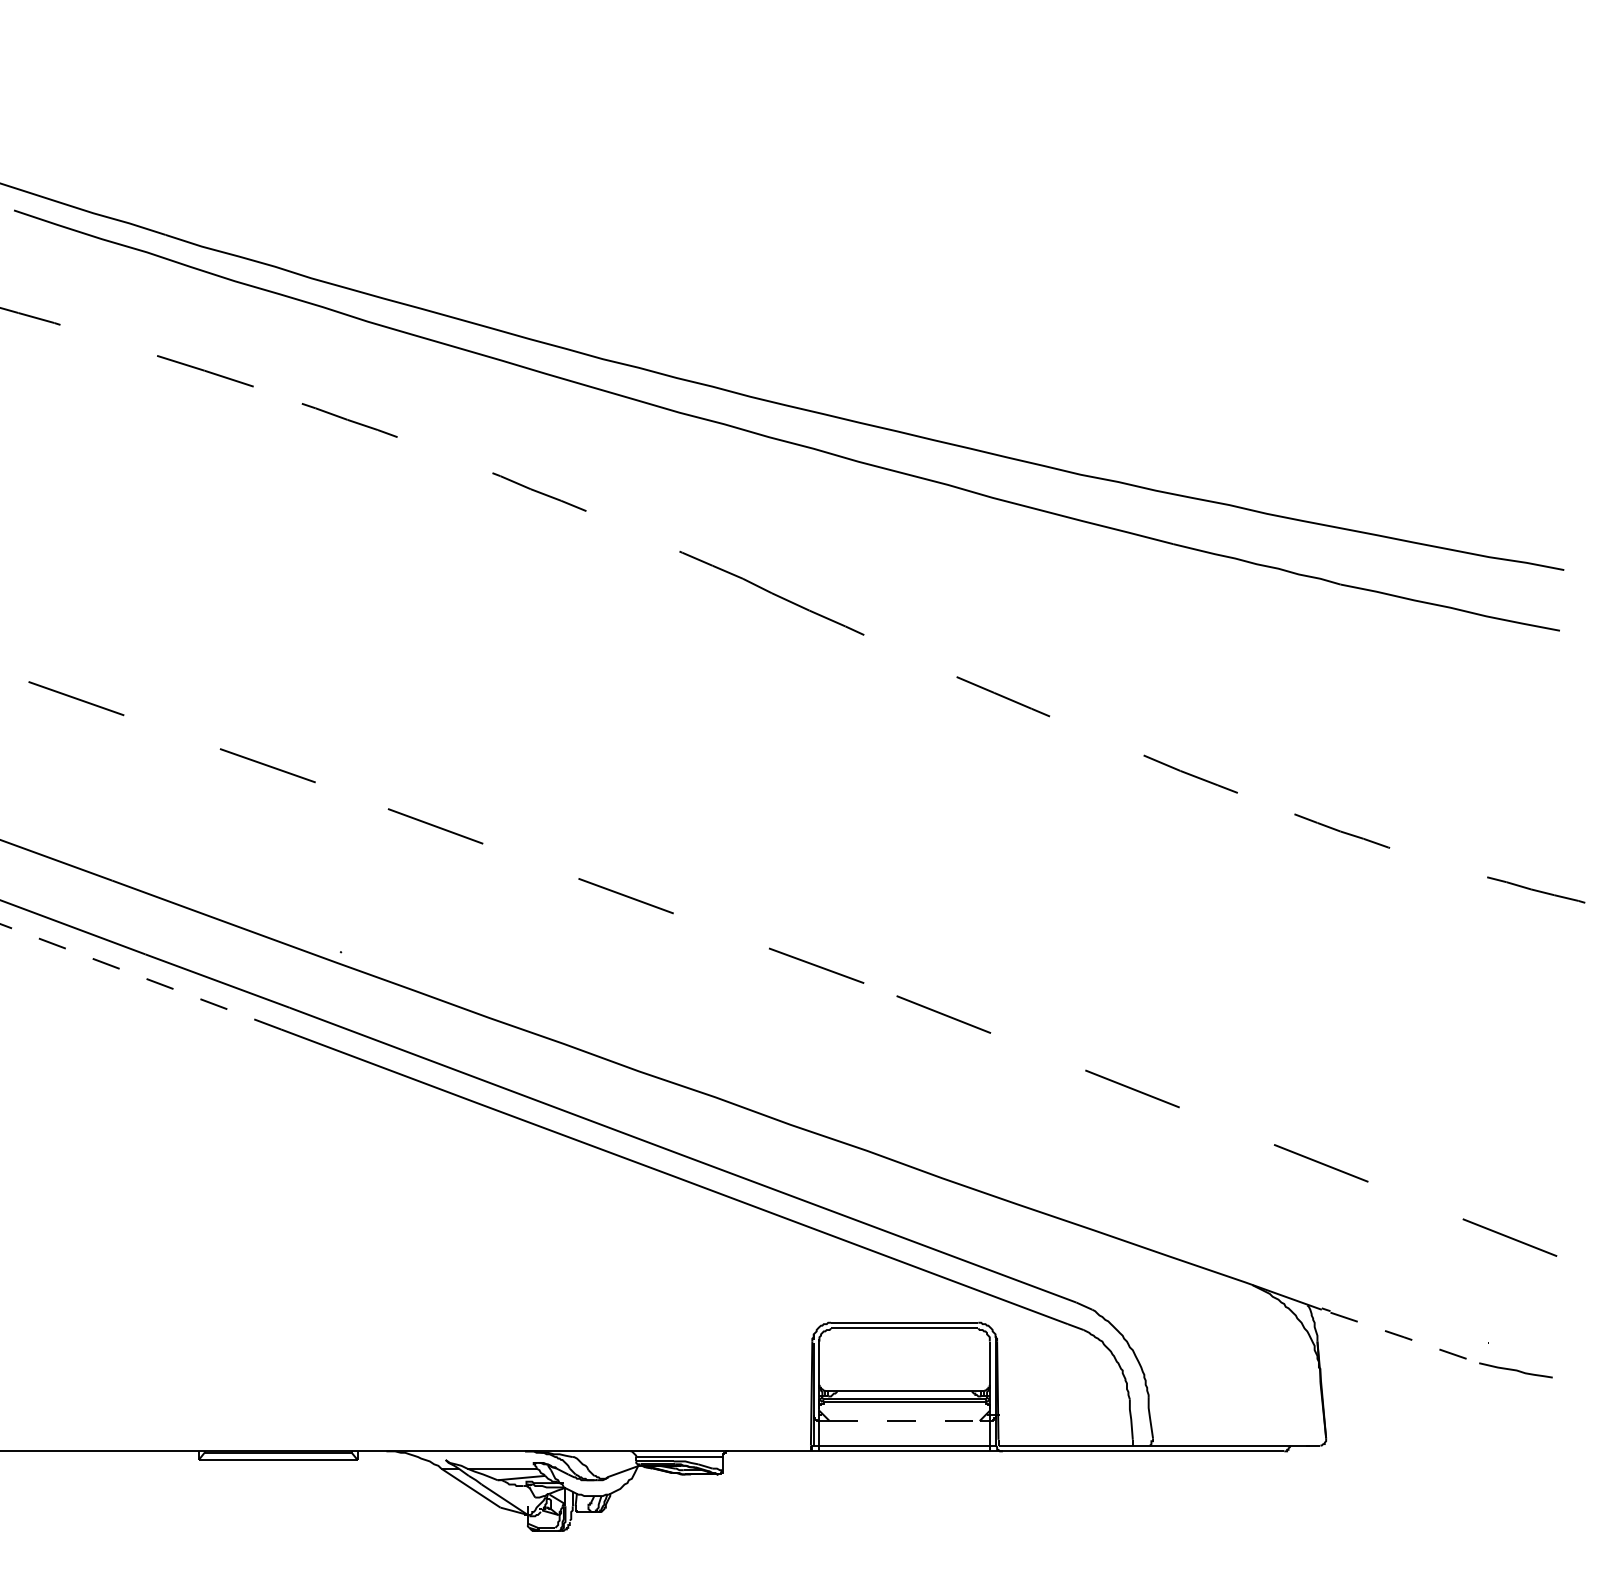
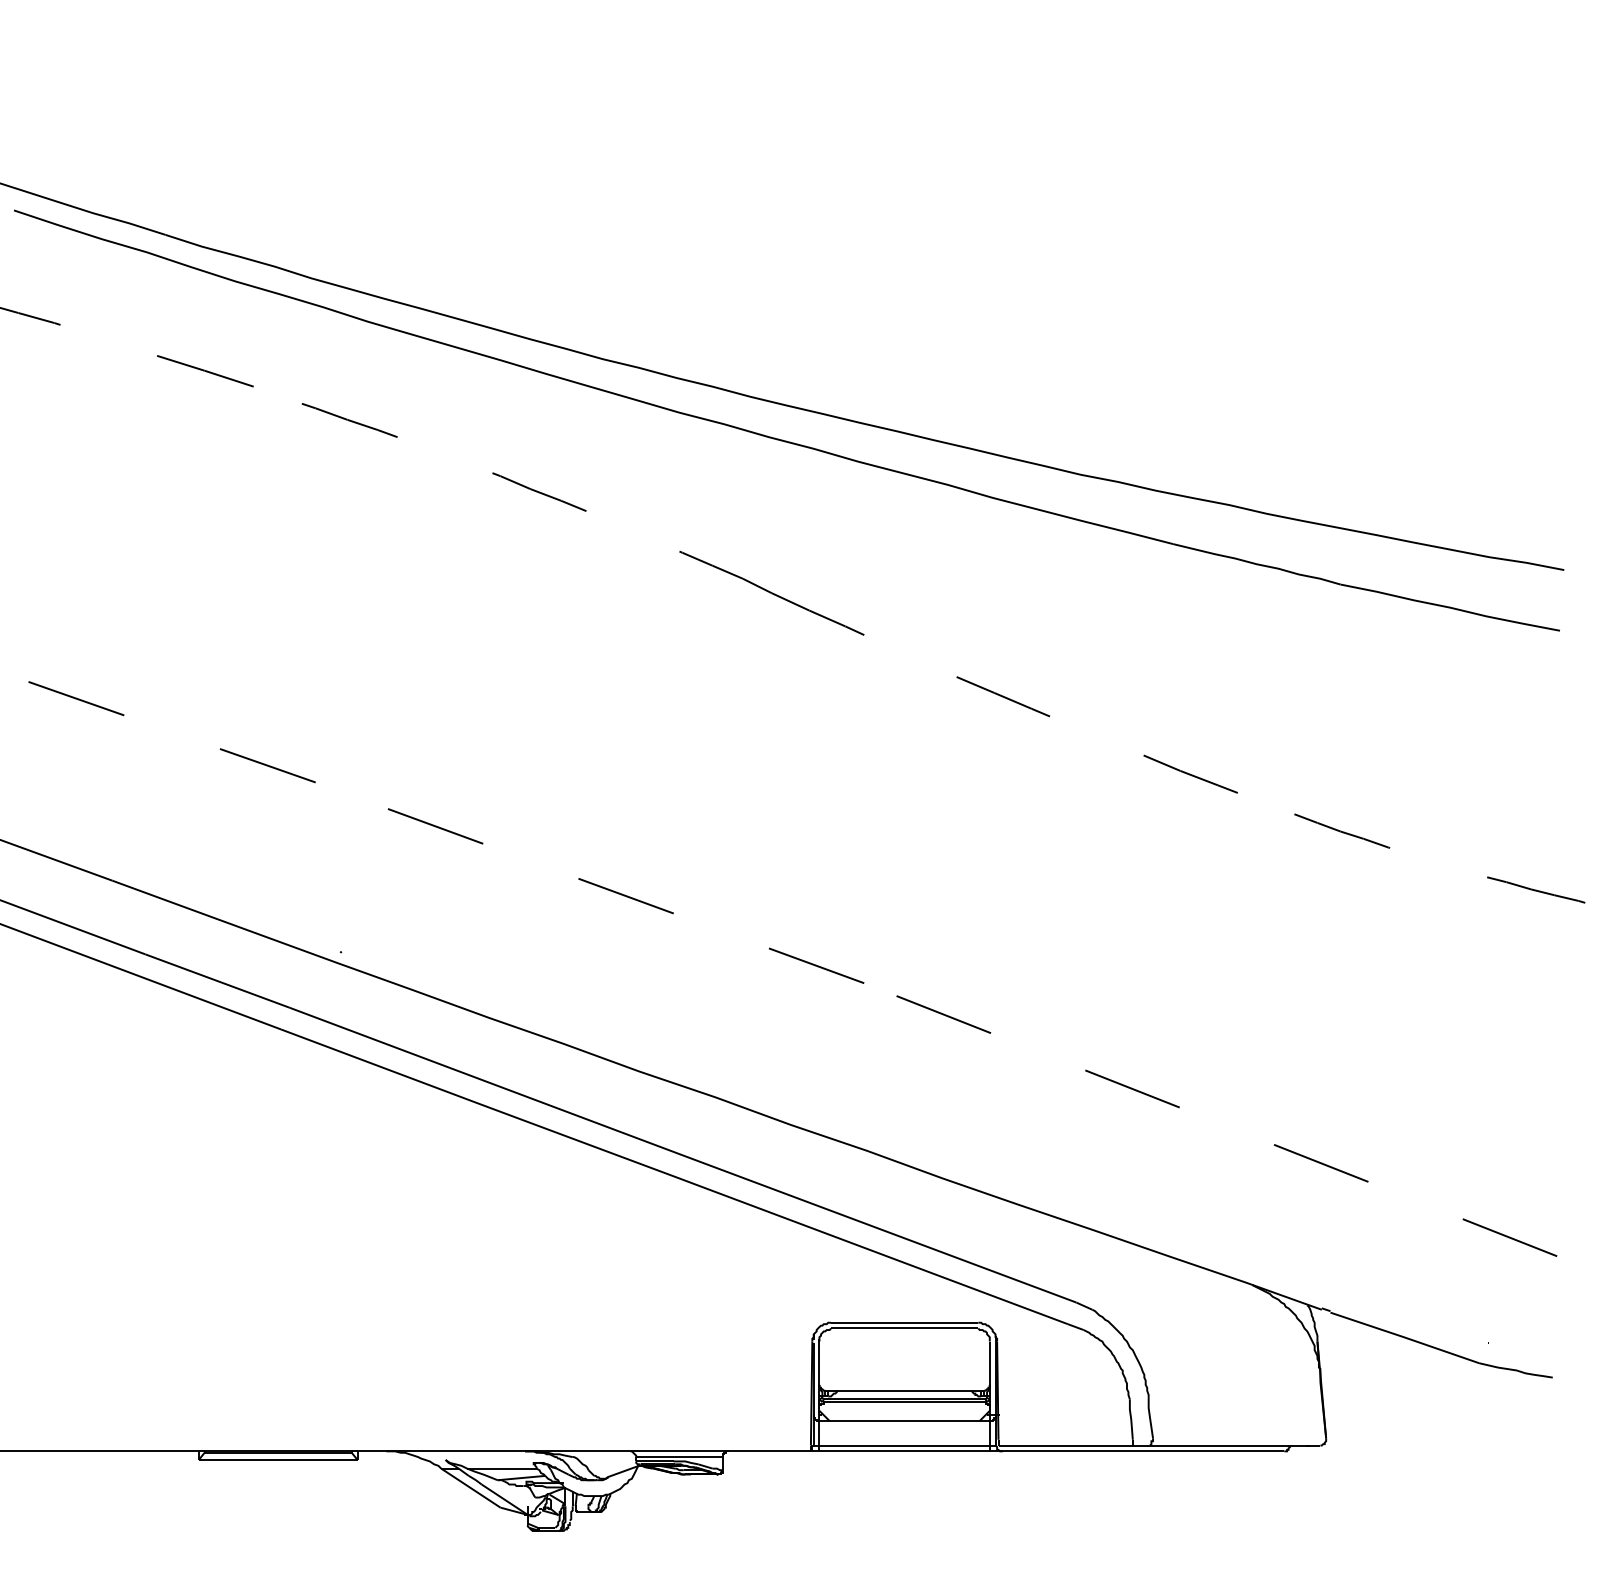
line at (140, 976): dashed -> solid
line at (1404, 1337): dashed -> solid
line at (905, 1421): dashed -> solid
